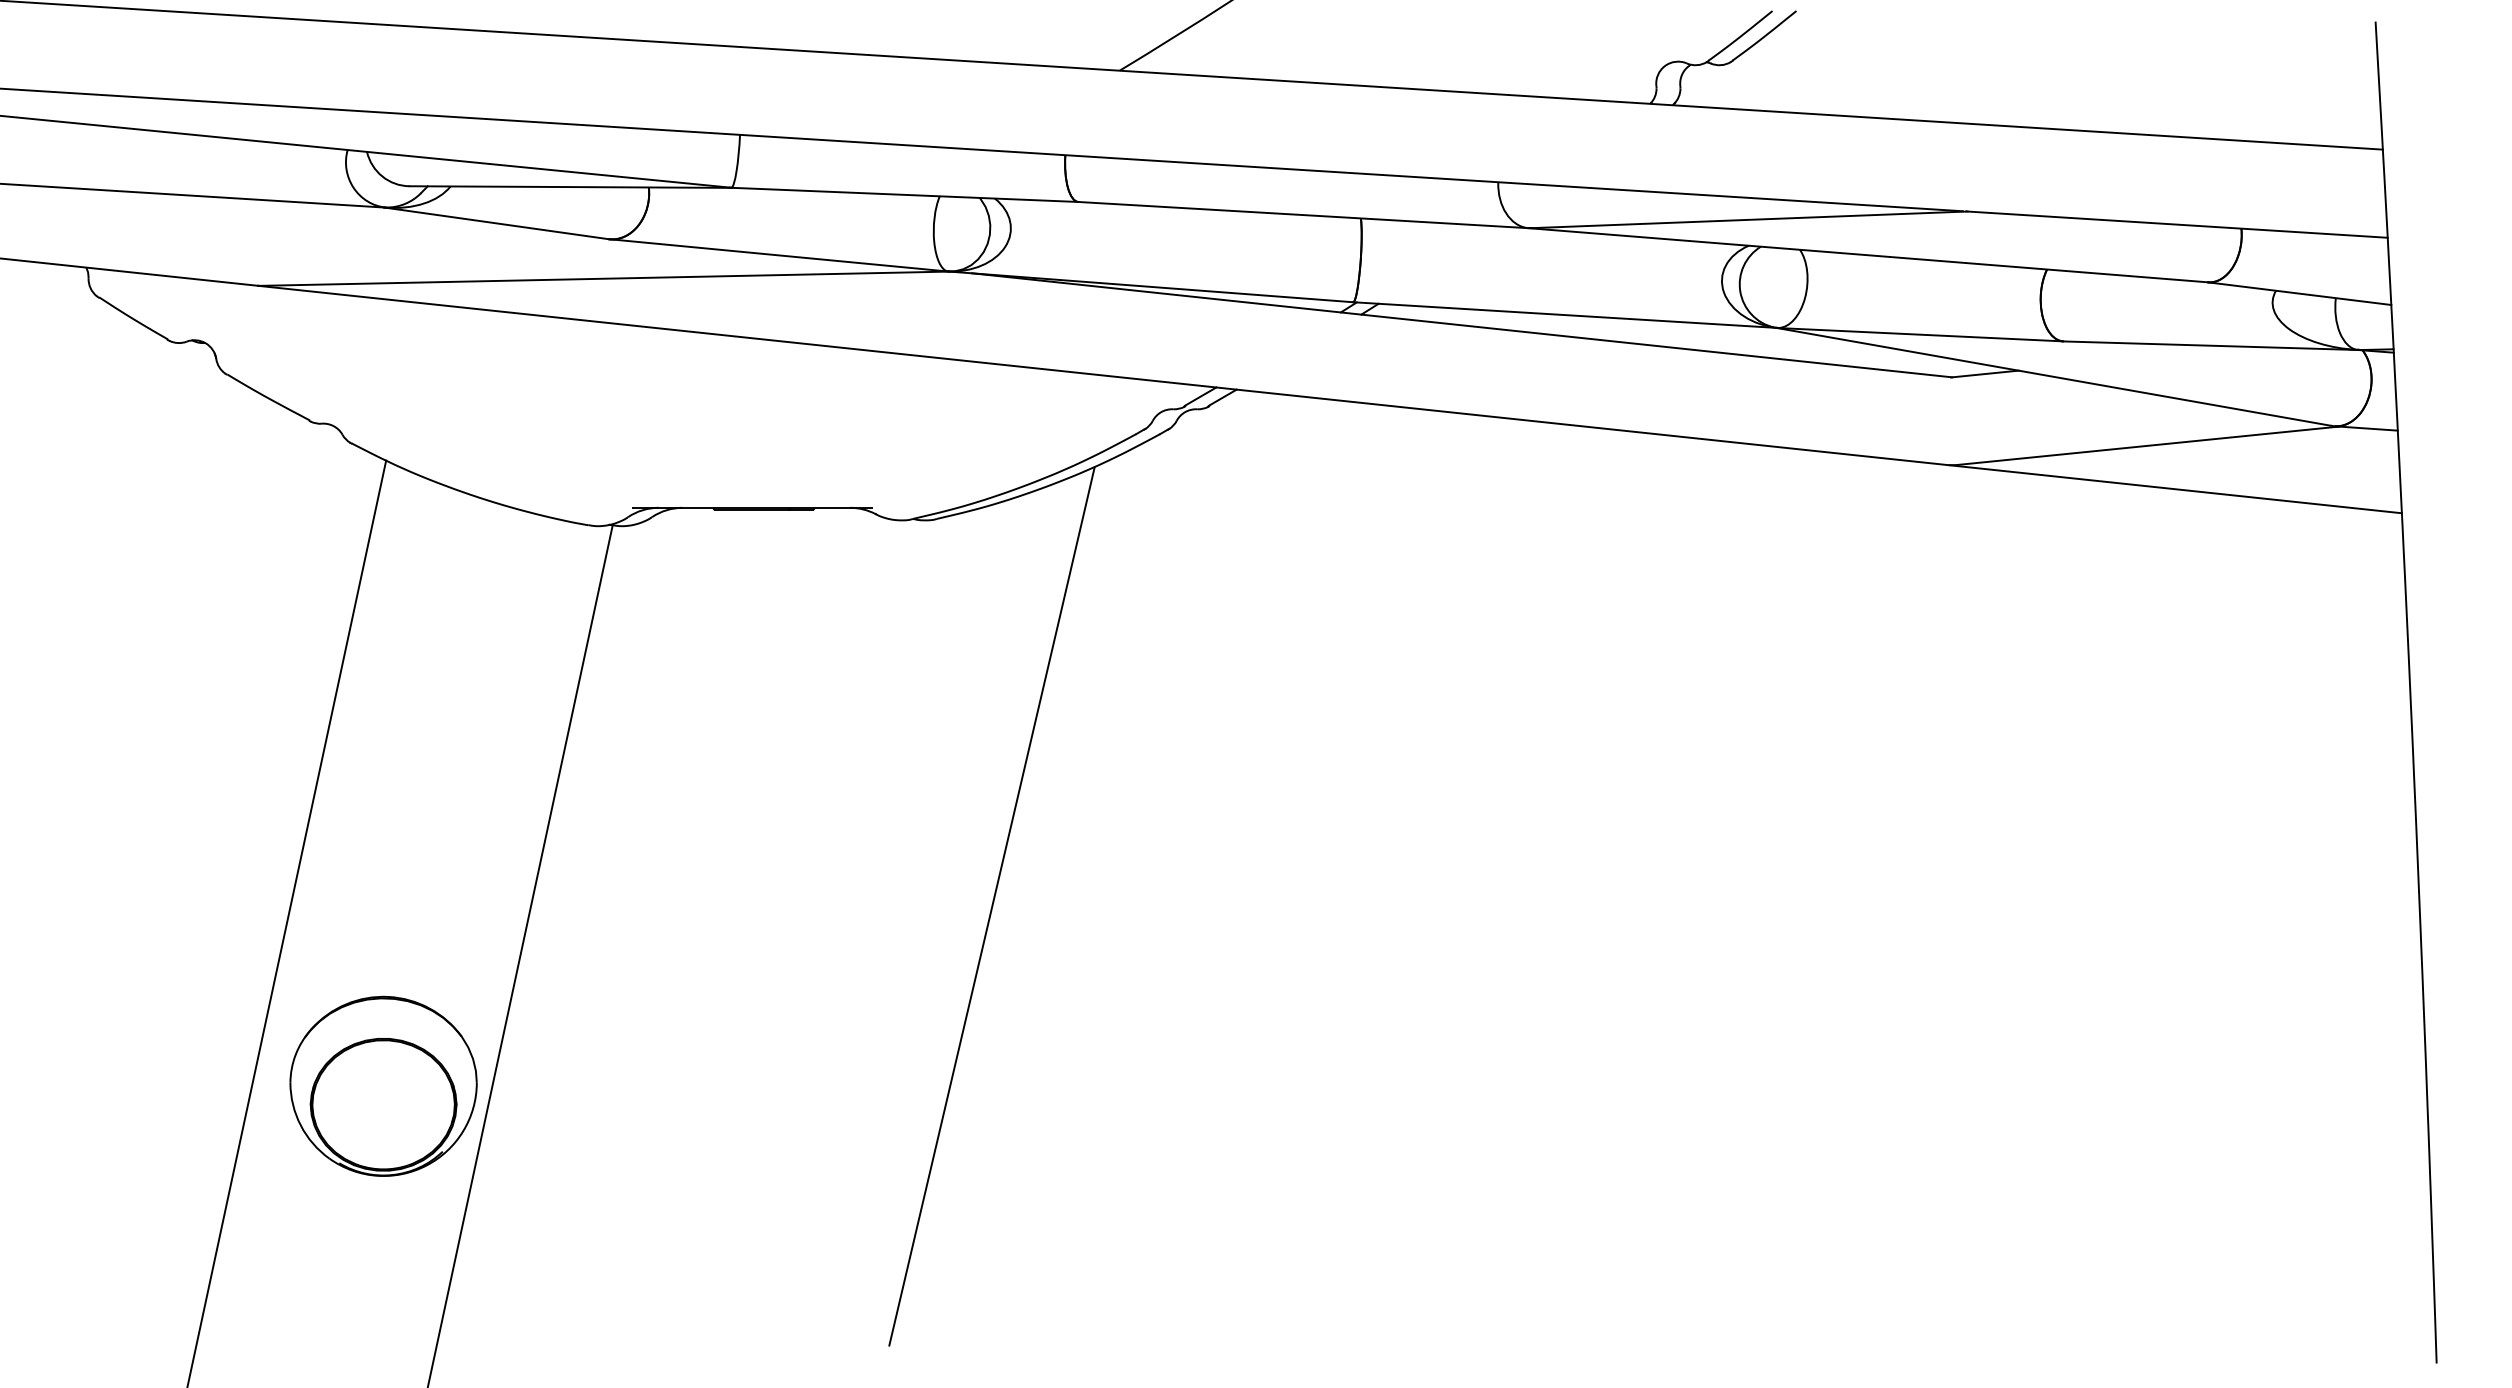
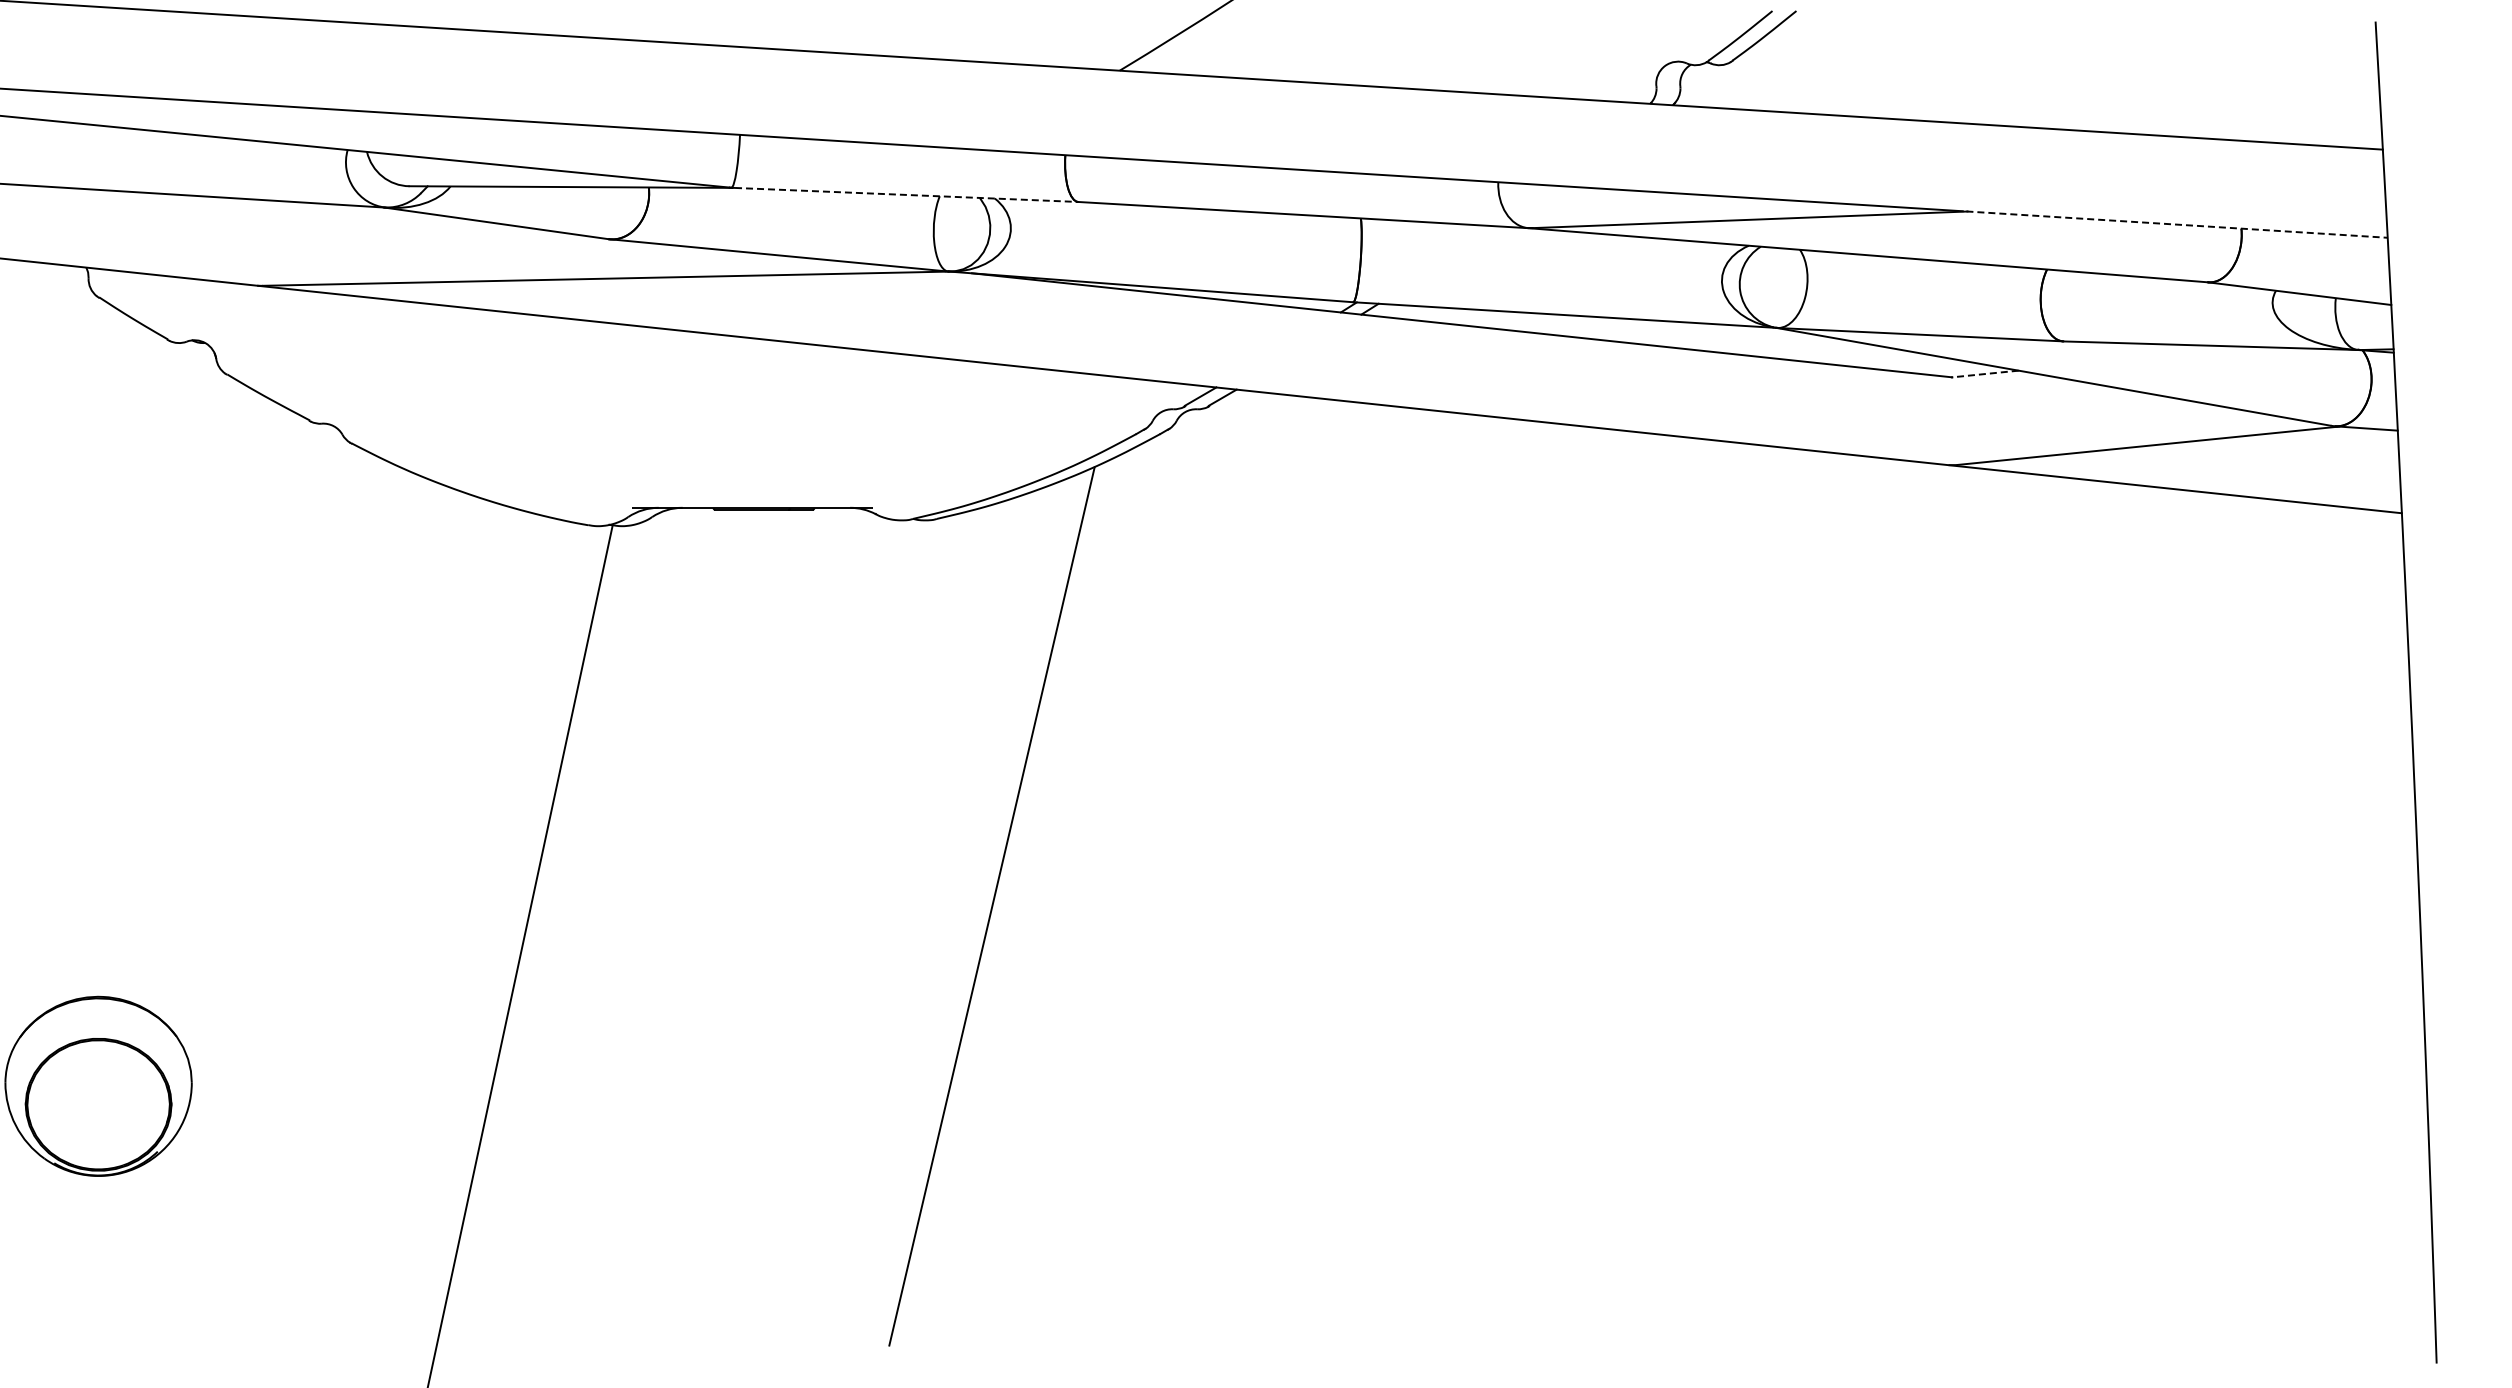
line at (906, 194): solid -> dashed
line at (2177, 224): solid -> dashed
line at (1984, 374): solid -> dashed
line at (287, 922): present -> none
part at (383, 1085) position: (383, 1085) -> (98, 1085)
